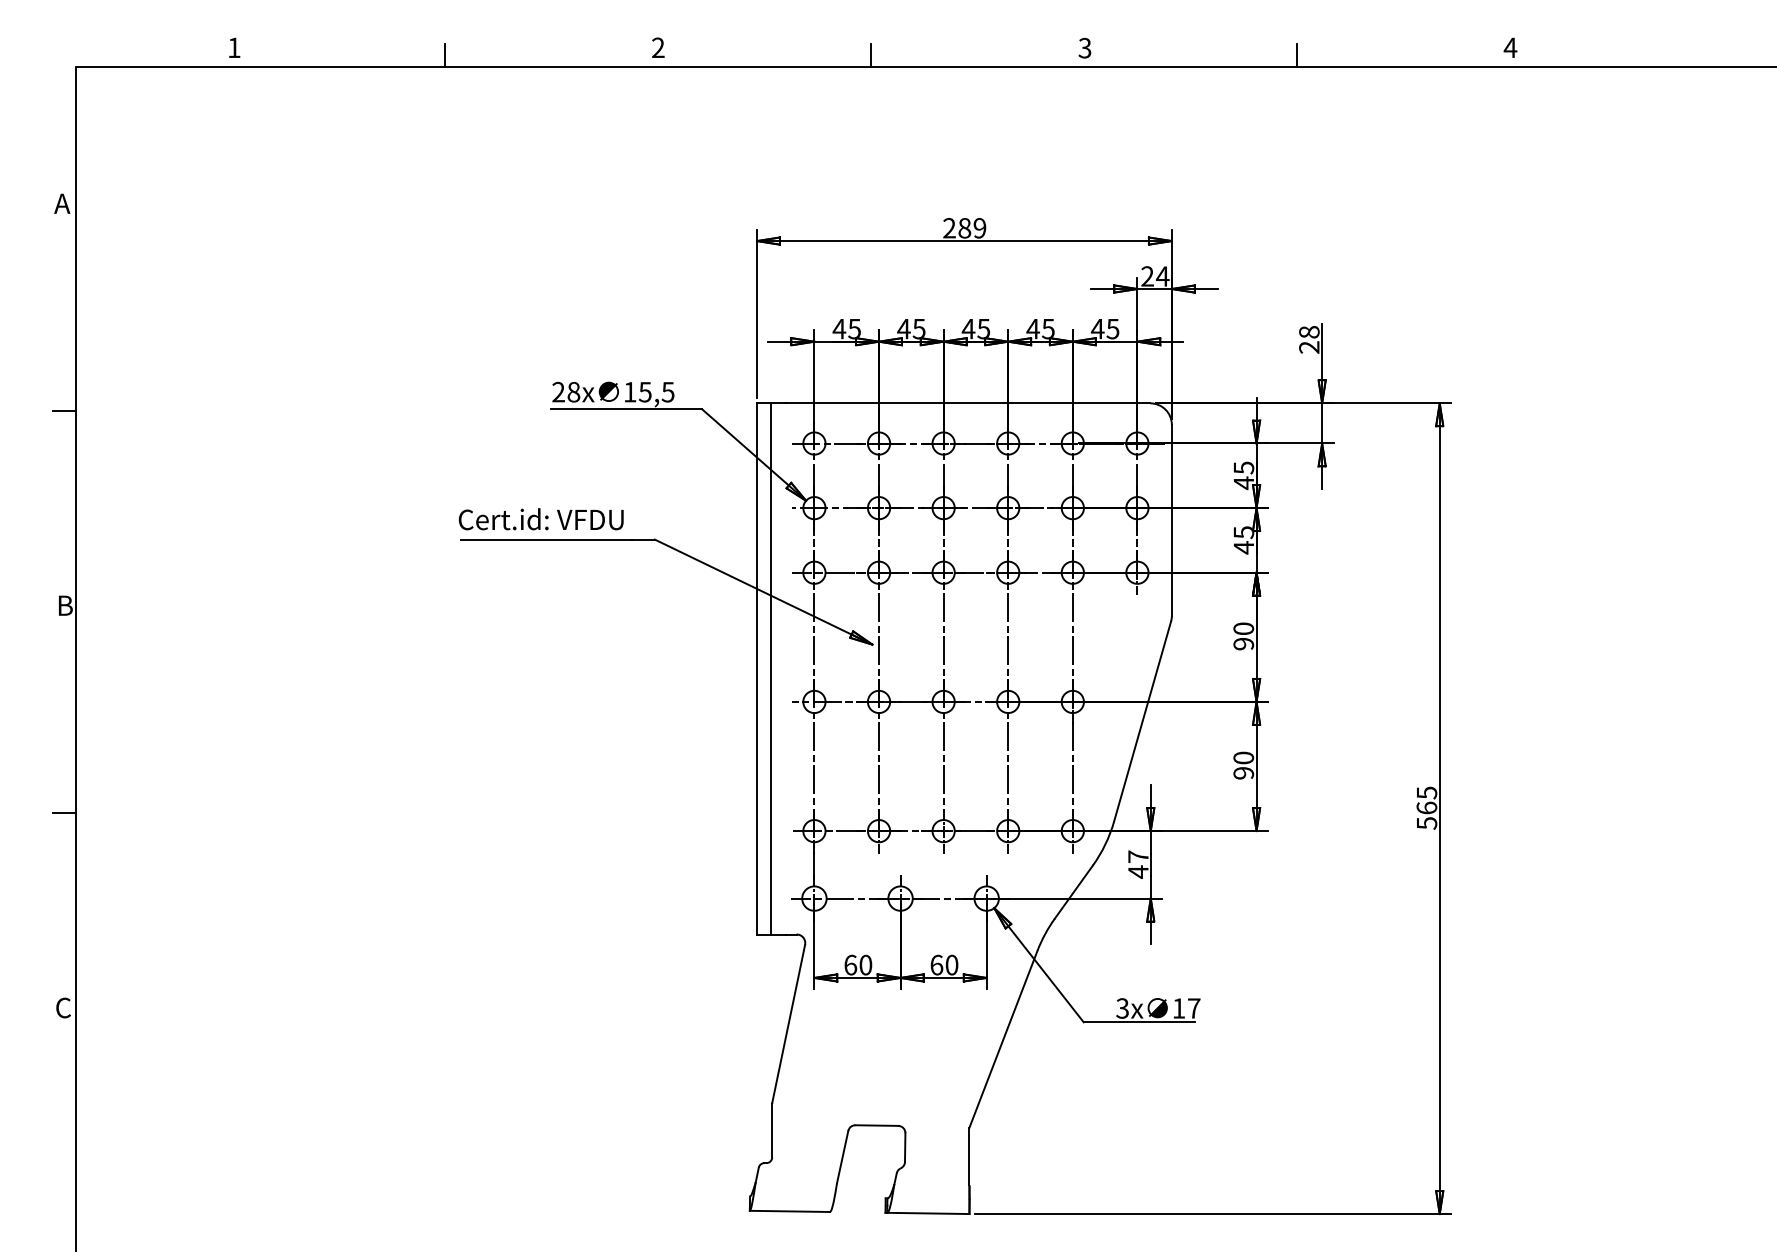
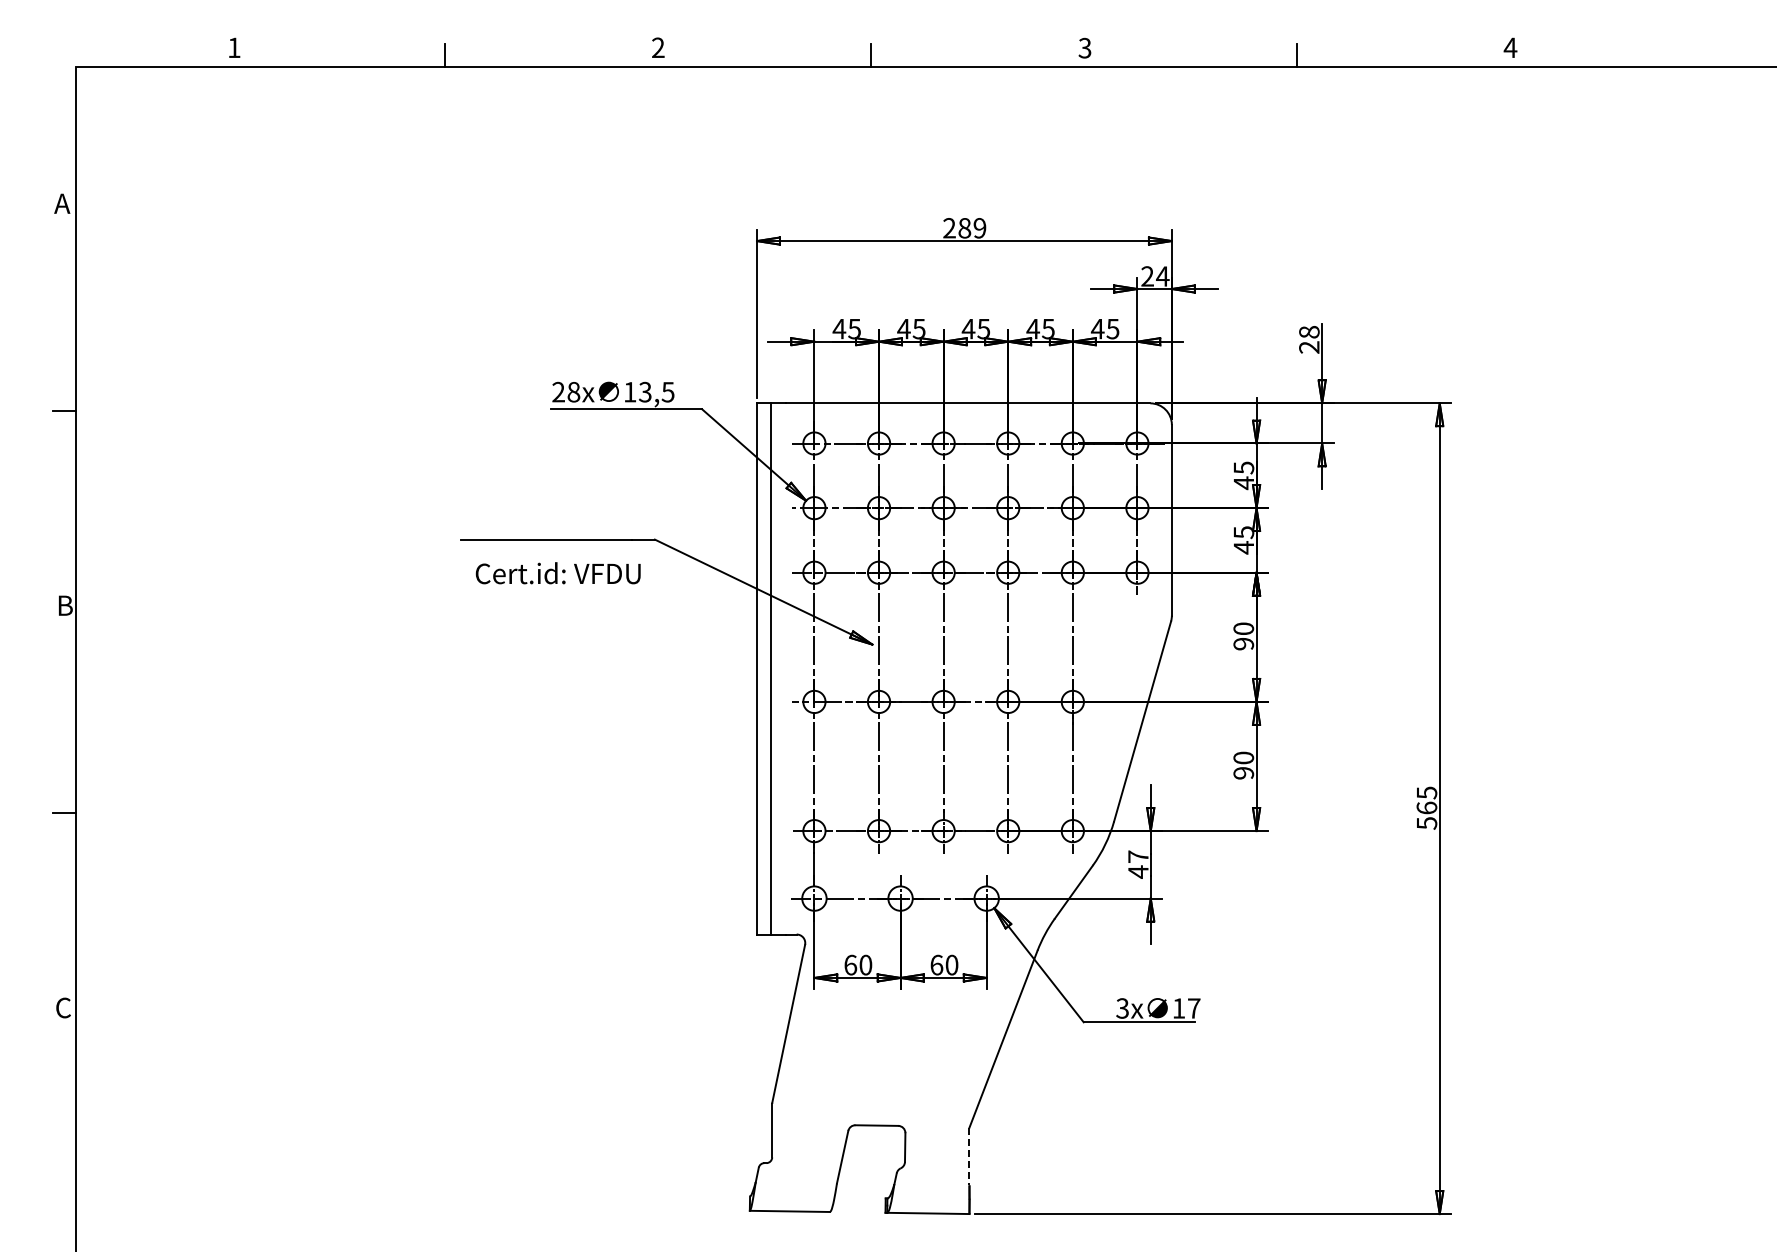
text at (645, 391): 15,5 -> 13,5
text at (540, 519) position: (540, 519) -> (557, 573)
line at (969, 1156): solid -> dashed
